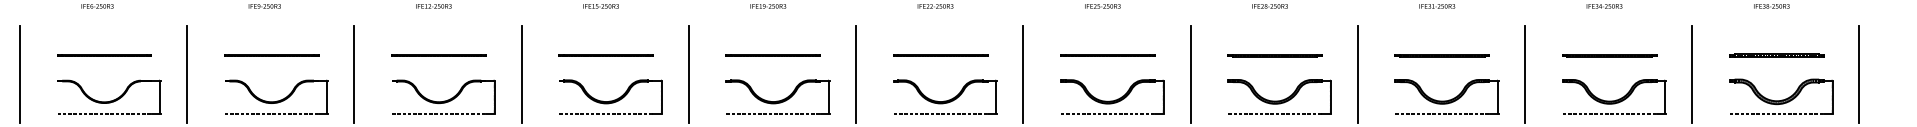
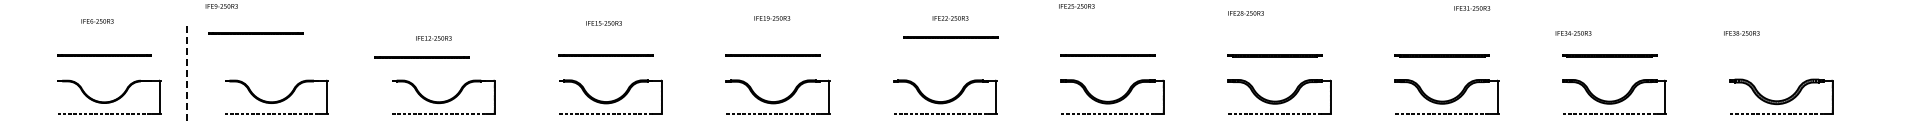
text at (97, 6) position: (97, 6) -> (97, 21)
text at (264, 6) position: (264, 6) -> (221, 6)
text at (433, 6) position: (433, 6) -> (433, 38)
text at (600, 6) position: (600, 6) -> (603, 23)
text at (768, 6) position: (768, 6) -> (772, 18)
text at (935, 6) position: (935, 6) -> (950, 18)
text at (1102, 6) position: (1102, 6) -> (1076, 6)
text at (1269, 6) position: (1269, 6) -> (1245, 13)
text at (1437, 6) position: (1437, 6) -> (1472, 8)
text at (1604, 6) position: (1604, 6) -> (1573, 33)
text at (1771, 6) position: (1771, 6) -> (1741, 33)
line at (271, 55) position: (271, 55) -> (255, 33)
line at (438, 55) position: (438, 55) -> (421, 57)
line at (940, 55) position: (940, 55) -> (950, 37)
line at (1776, 55): present -> none
line at (19, 74): present -> none
line at (187, 74): solid -> dashed
line at (354, 74): present -> none
line at (521, 74): present -> none
line at (688, 74): present -> none
line at (856, 74): present -> none
line at (1023, 74): present -> none
line at (1190, 74): present -> none
line at (1357, 74): present -> none
line at (1525, 74): present -> none
line at (1692, 74): present -> none
line at (1859, 74): present -> none
